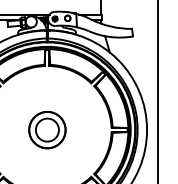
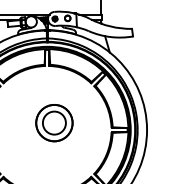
line at (157, 91): present -> none
part at (47, 130) position: (47, 130) -> (54, 123)
